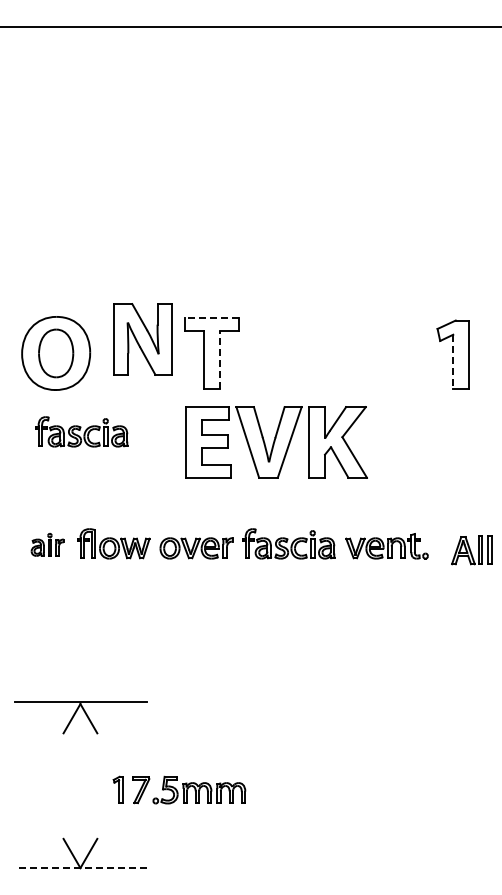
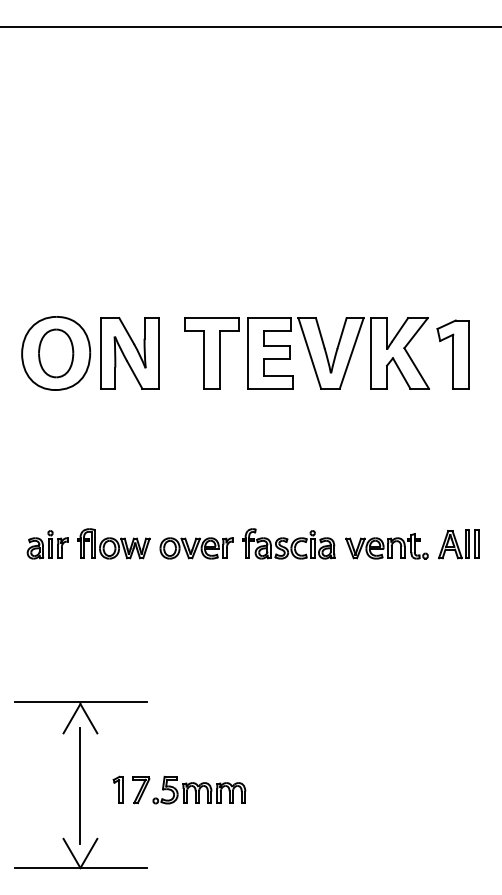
line at (211, 318): dashed -> solid
part at (142, 339) position: (142, 339) -> (129, 353)
line at (219, 360): dashed -> solid
line at (453, 362): dashed -> solid
part at (81, 431): present -> none
part at (276, 442) position: (276, 442) -> (338, 353)
part at (47, 544) size: 35x24 px -> 43x30 px
part at (471, 550) position: (471, 550) -> (458, 544)
line at (80, 785): none -> present
line at (80, 868): dashed -> solid
